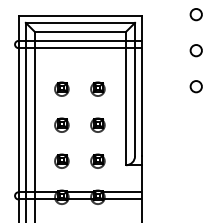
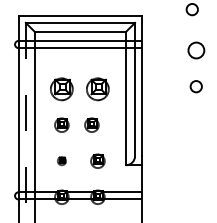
circle at (195, 14) position: (195, 14) -> (191, 9)
circle at (195, 50) size: 14x14 px -> 19x19 px
part at (61, 88) size: 16x16 px -> 24x25 px
part at (97, 88) size: 16x16 px -> 24x25 px
line at (25, 122): solid -> dashed
part at (97, 124) position: (97, 124) -> (91, 124)
part at (61, 160) size: 16x16 px -> 10x11 px
